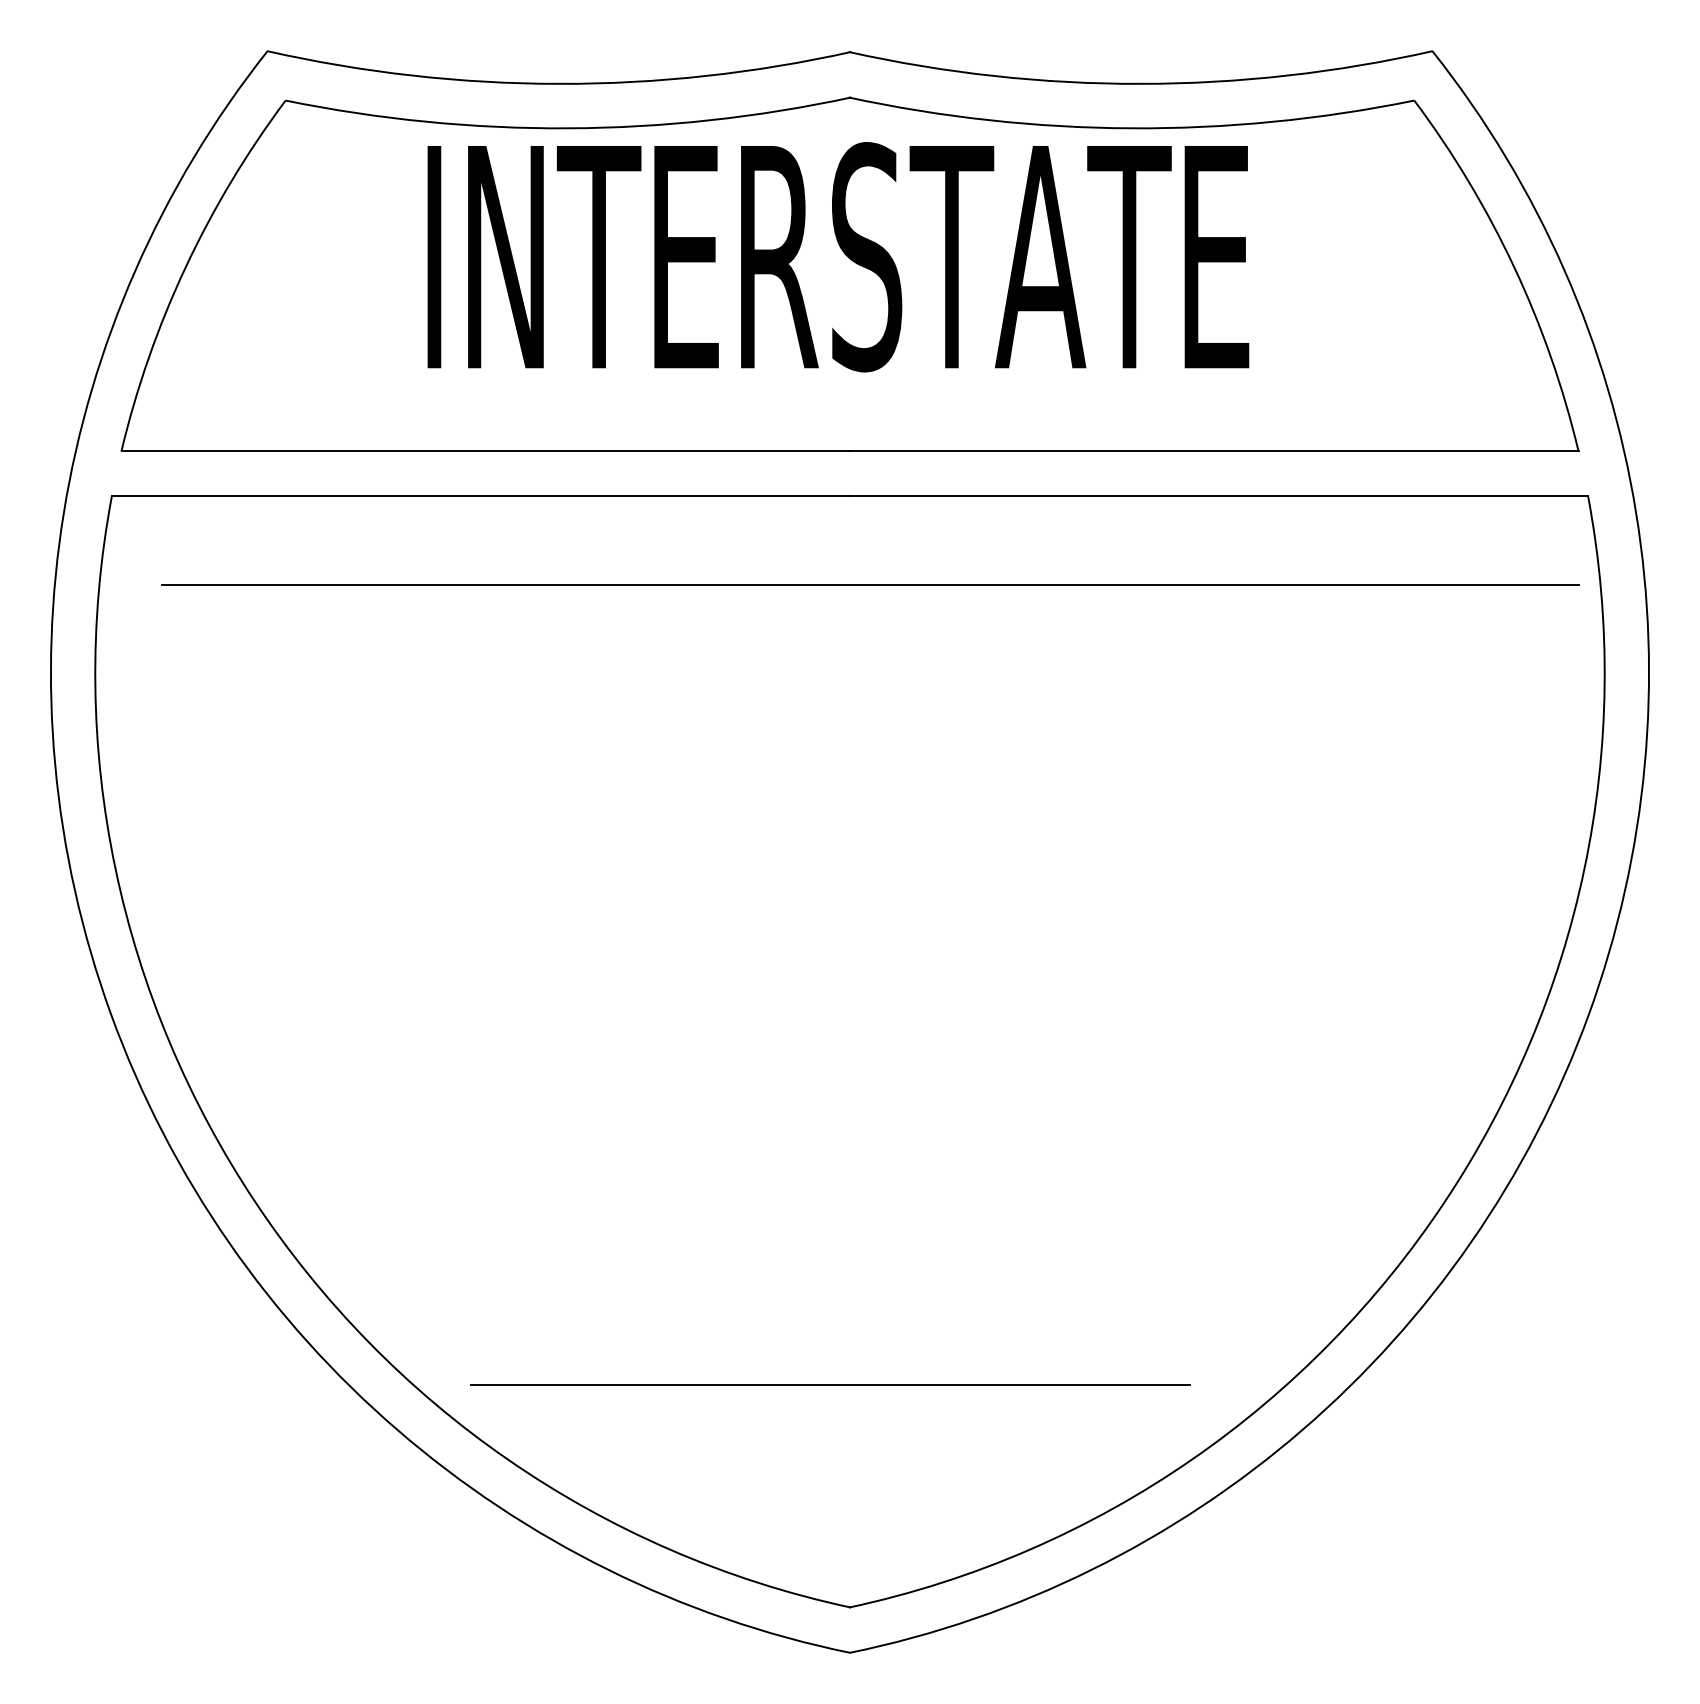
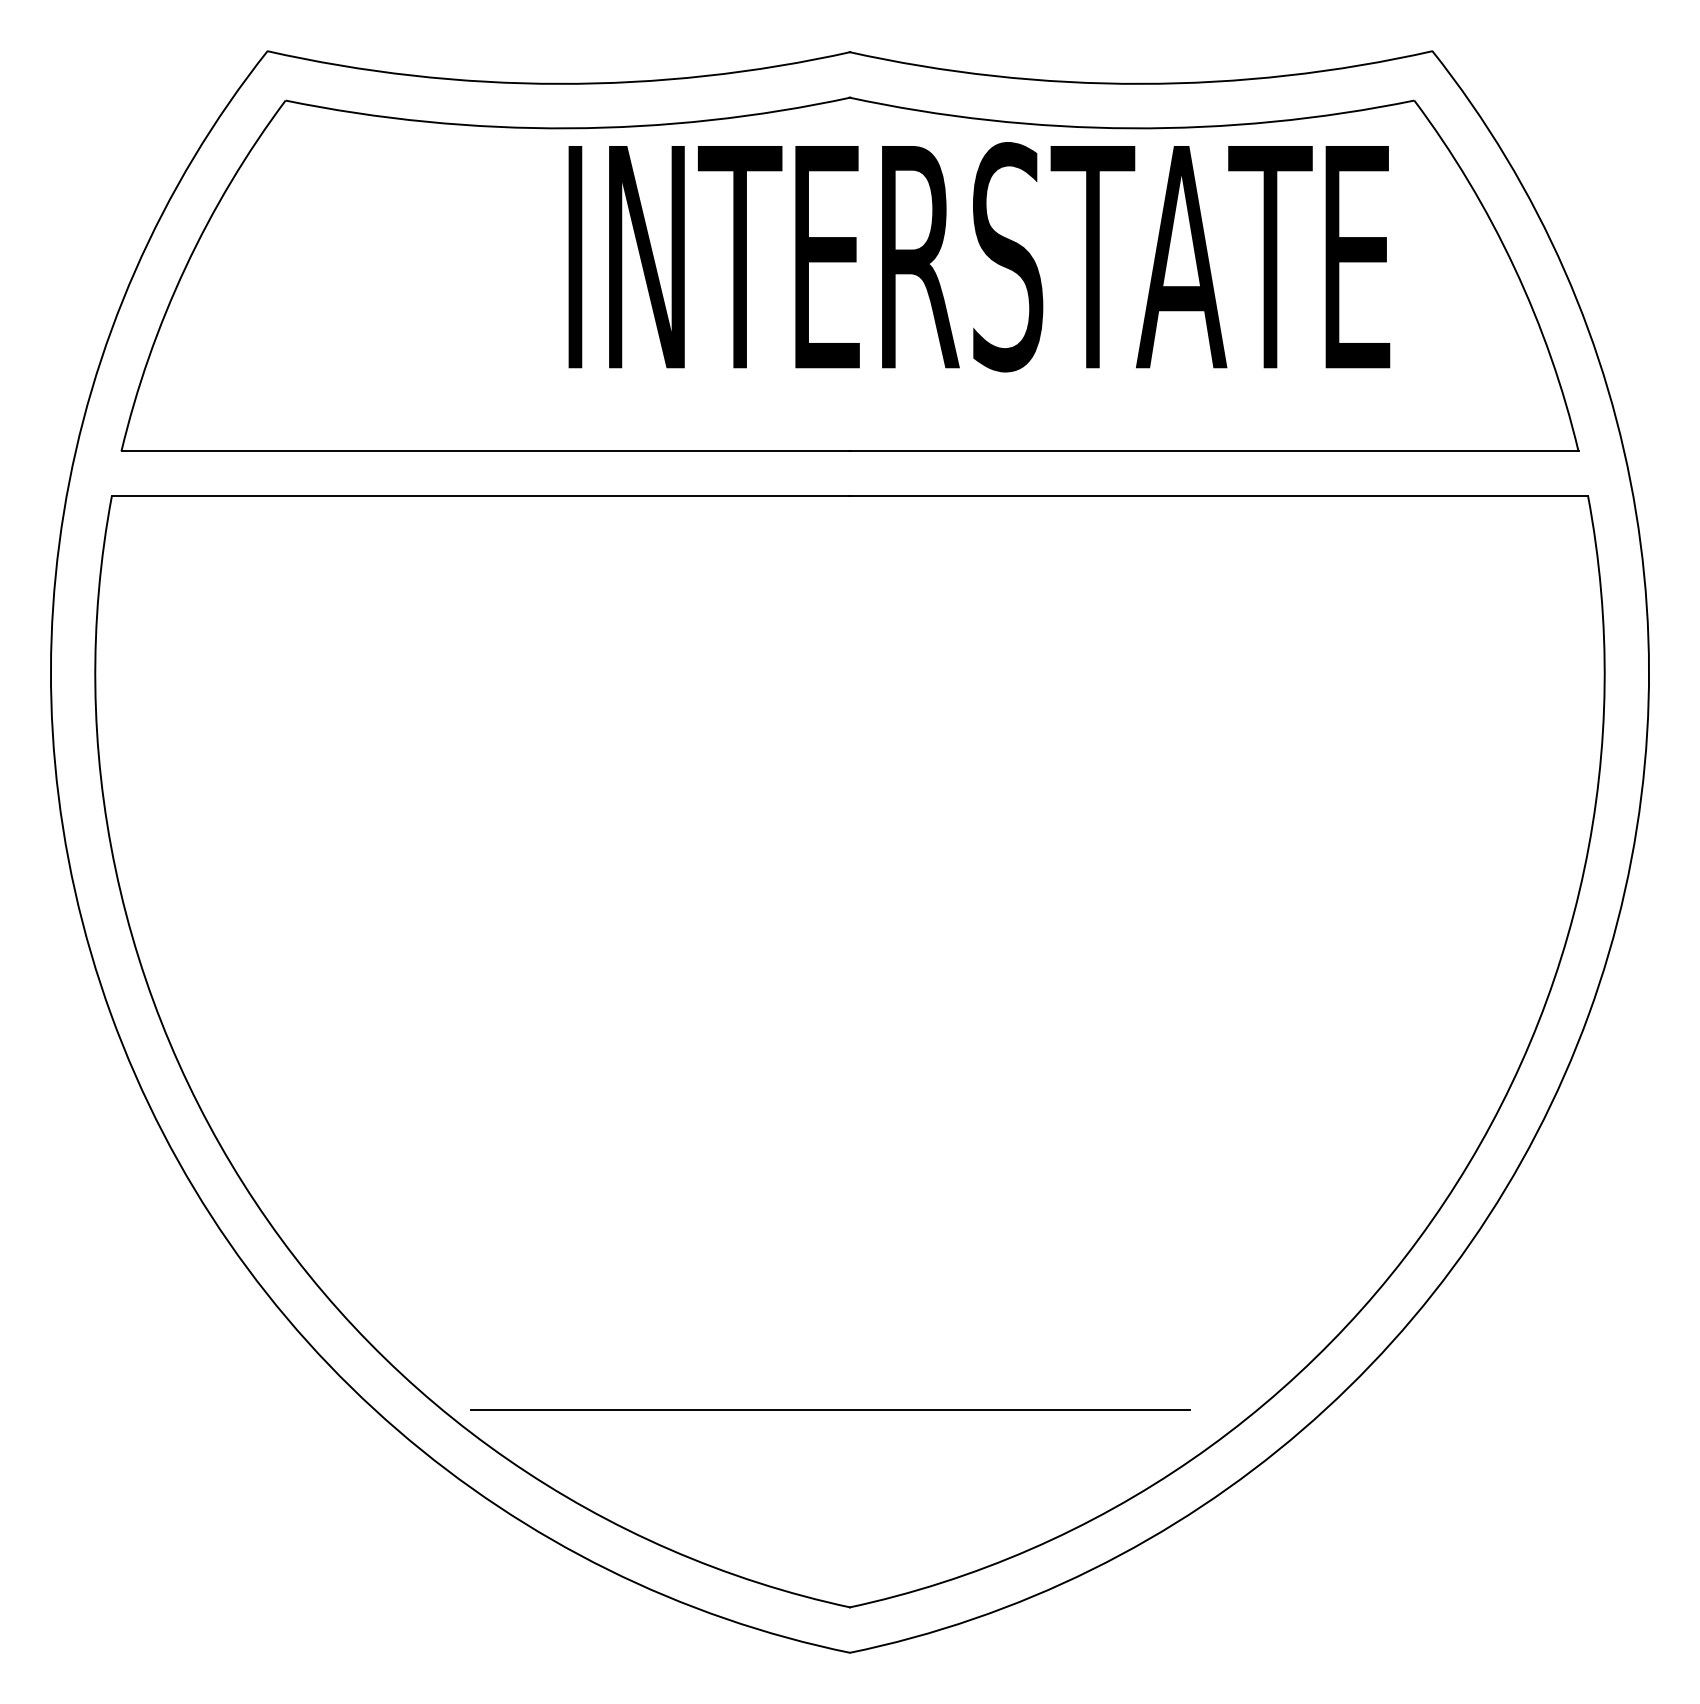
text at (838, 257) position: (838, 257) -> (979, 257)
line at (870, 584): present -> none
line at (830, 1384) position: (830, 1384) -> (830, 1409)
